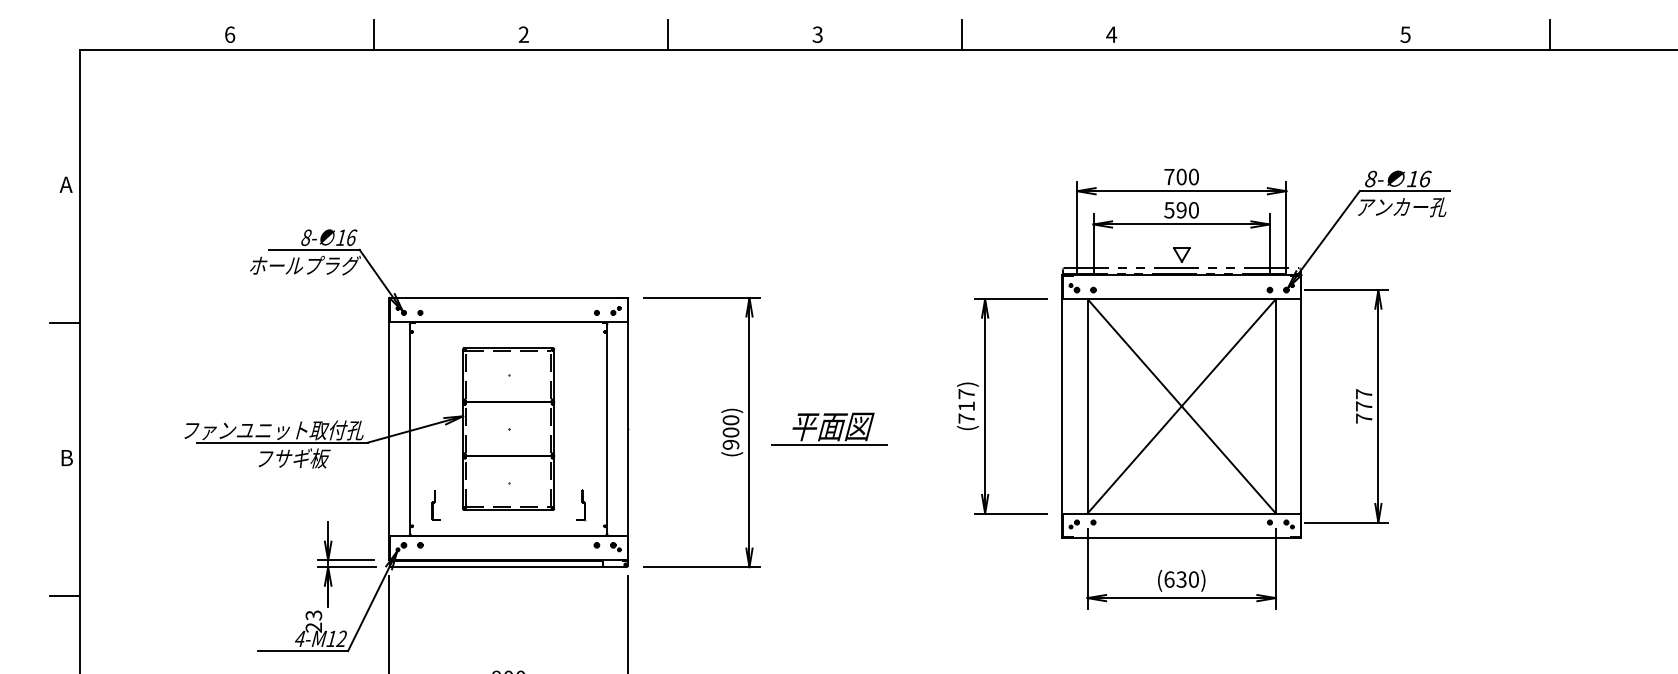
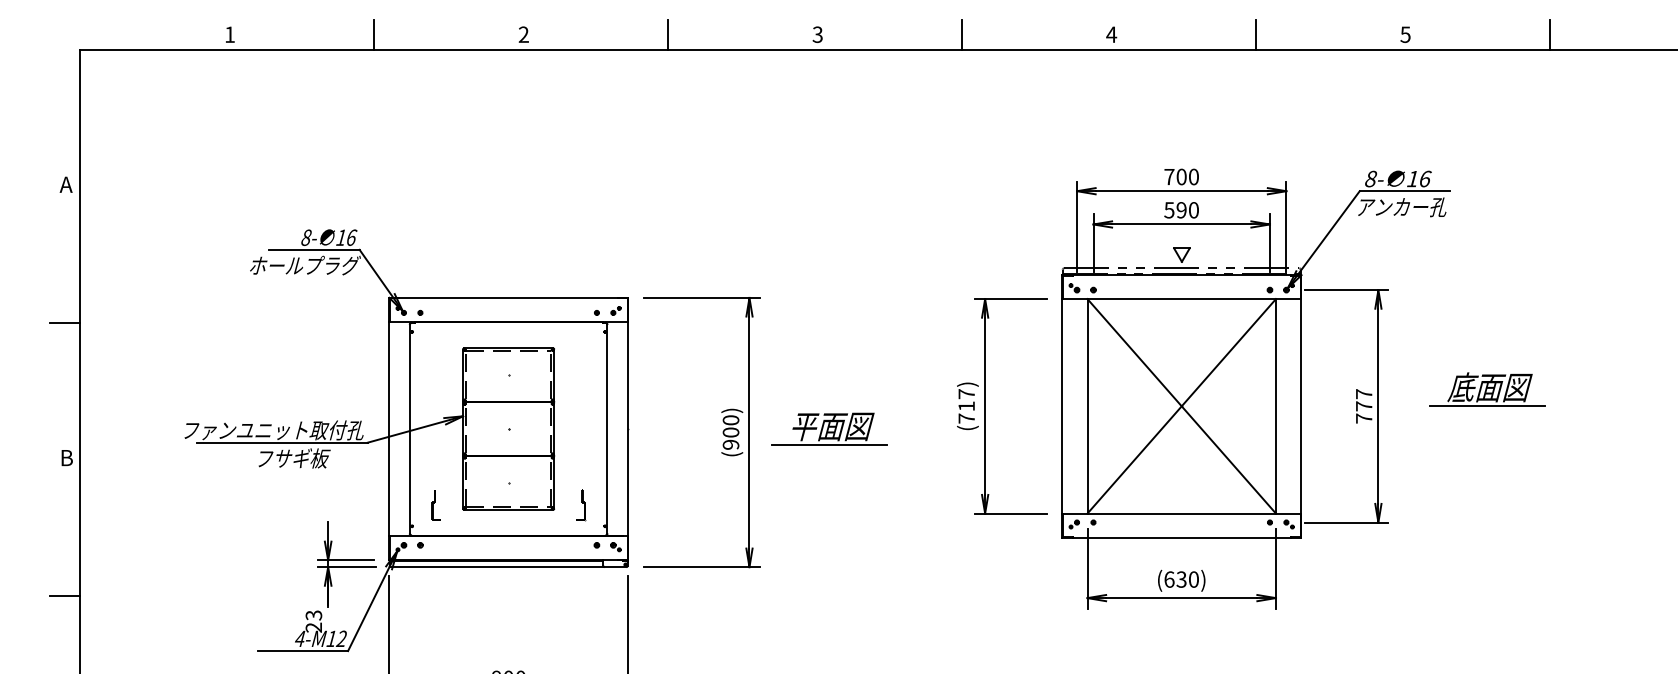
text at (230, 34): 6 -> 1
line at (1255, 34): none -> present
part at (1487, 389): none -> present
